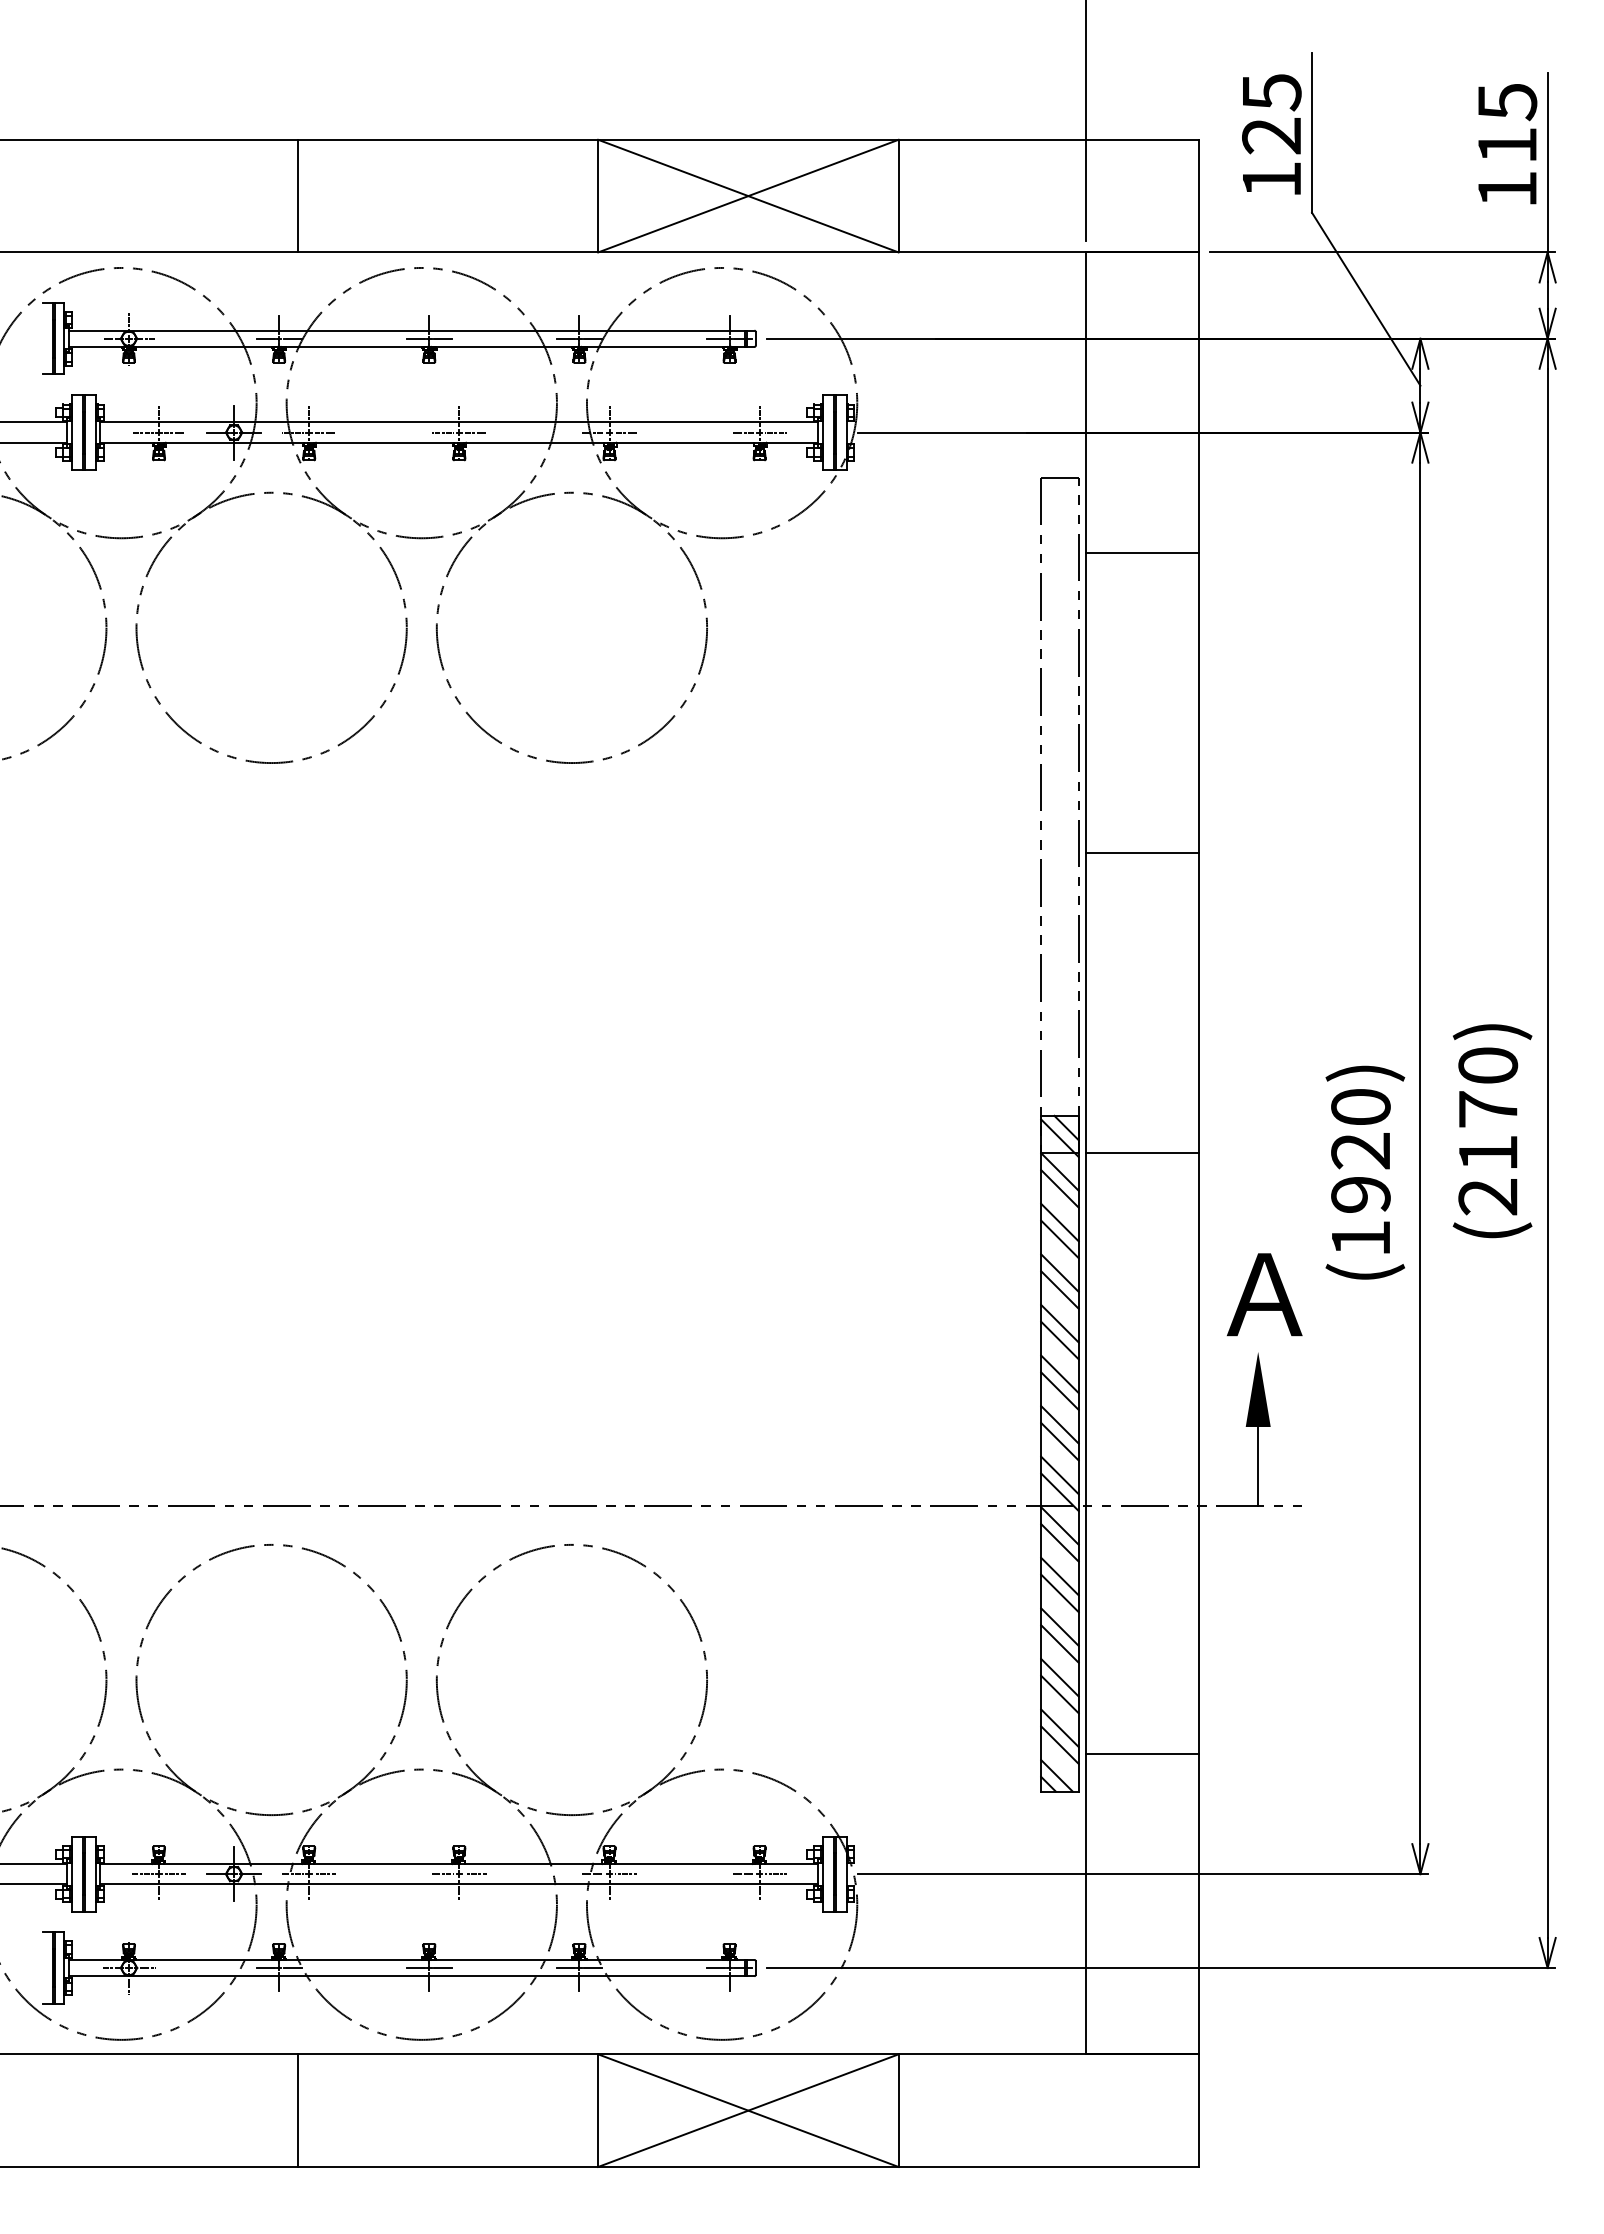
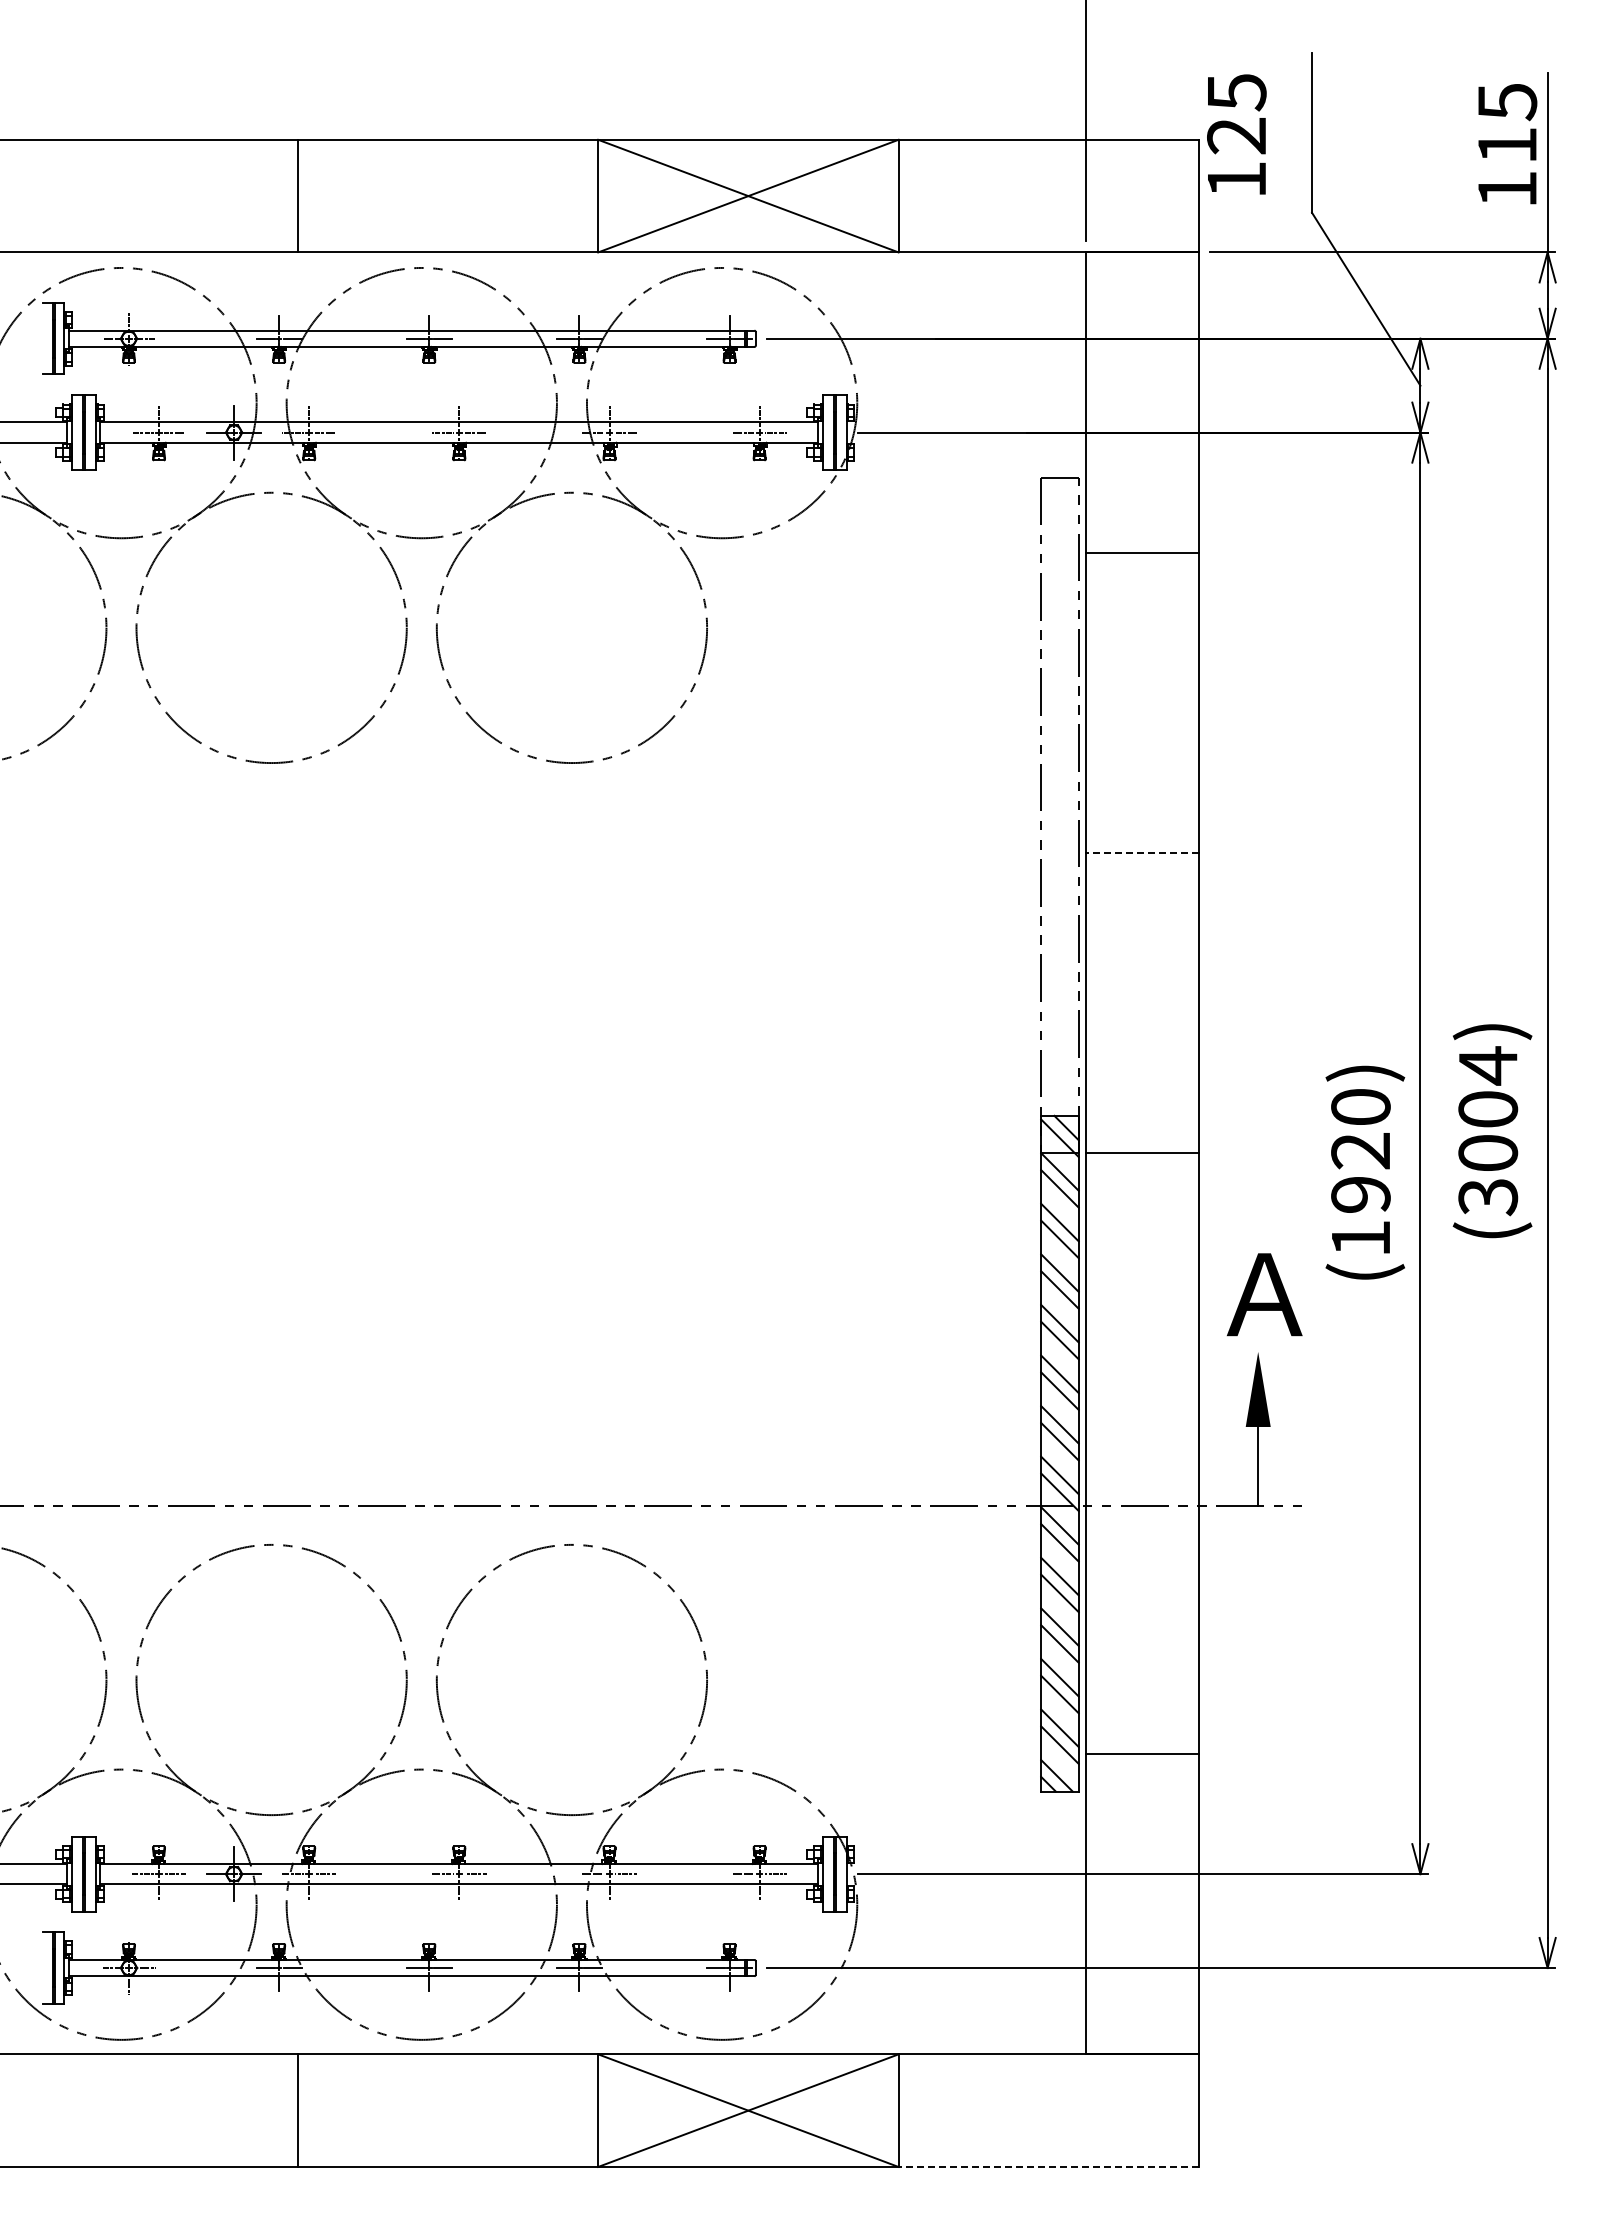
text at (1271, 134) position: (1271, 134) -> (1236, 134)
line at (1142, 853): solid -> dashed
text at (1488, 1131): (2170) -> (3004)
line at (1048, 2166): solid -> dashed
